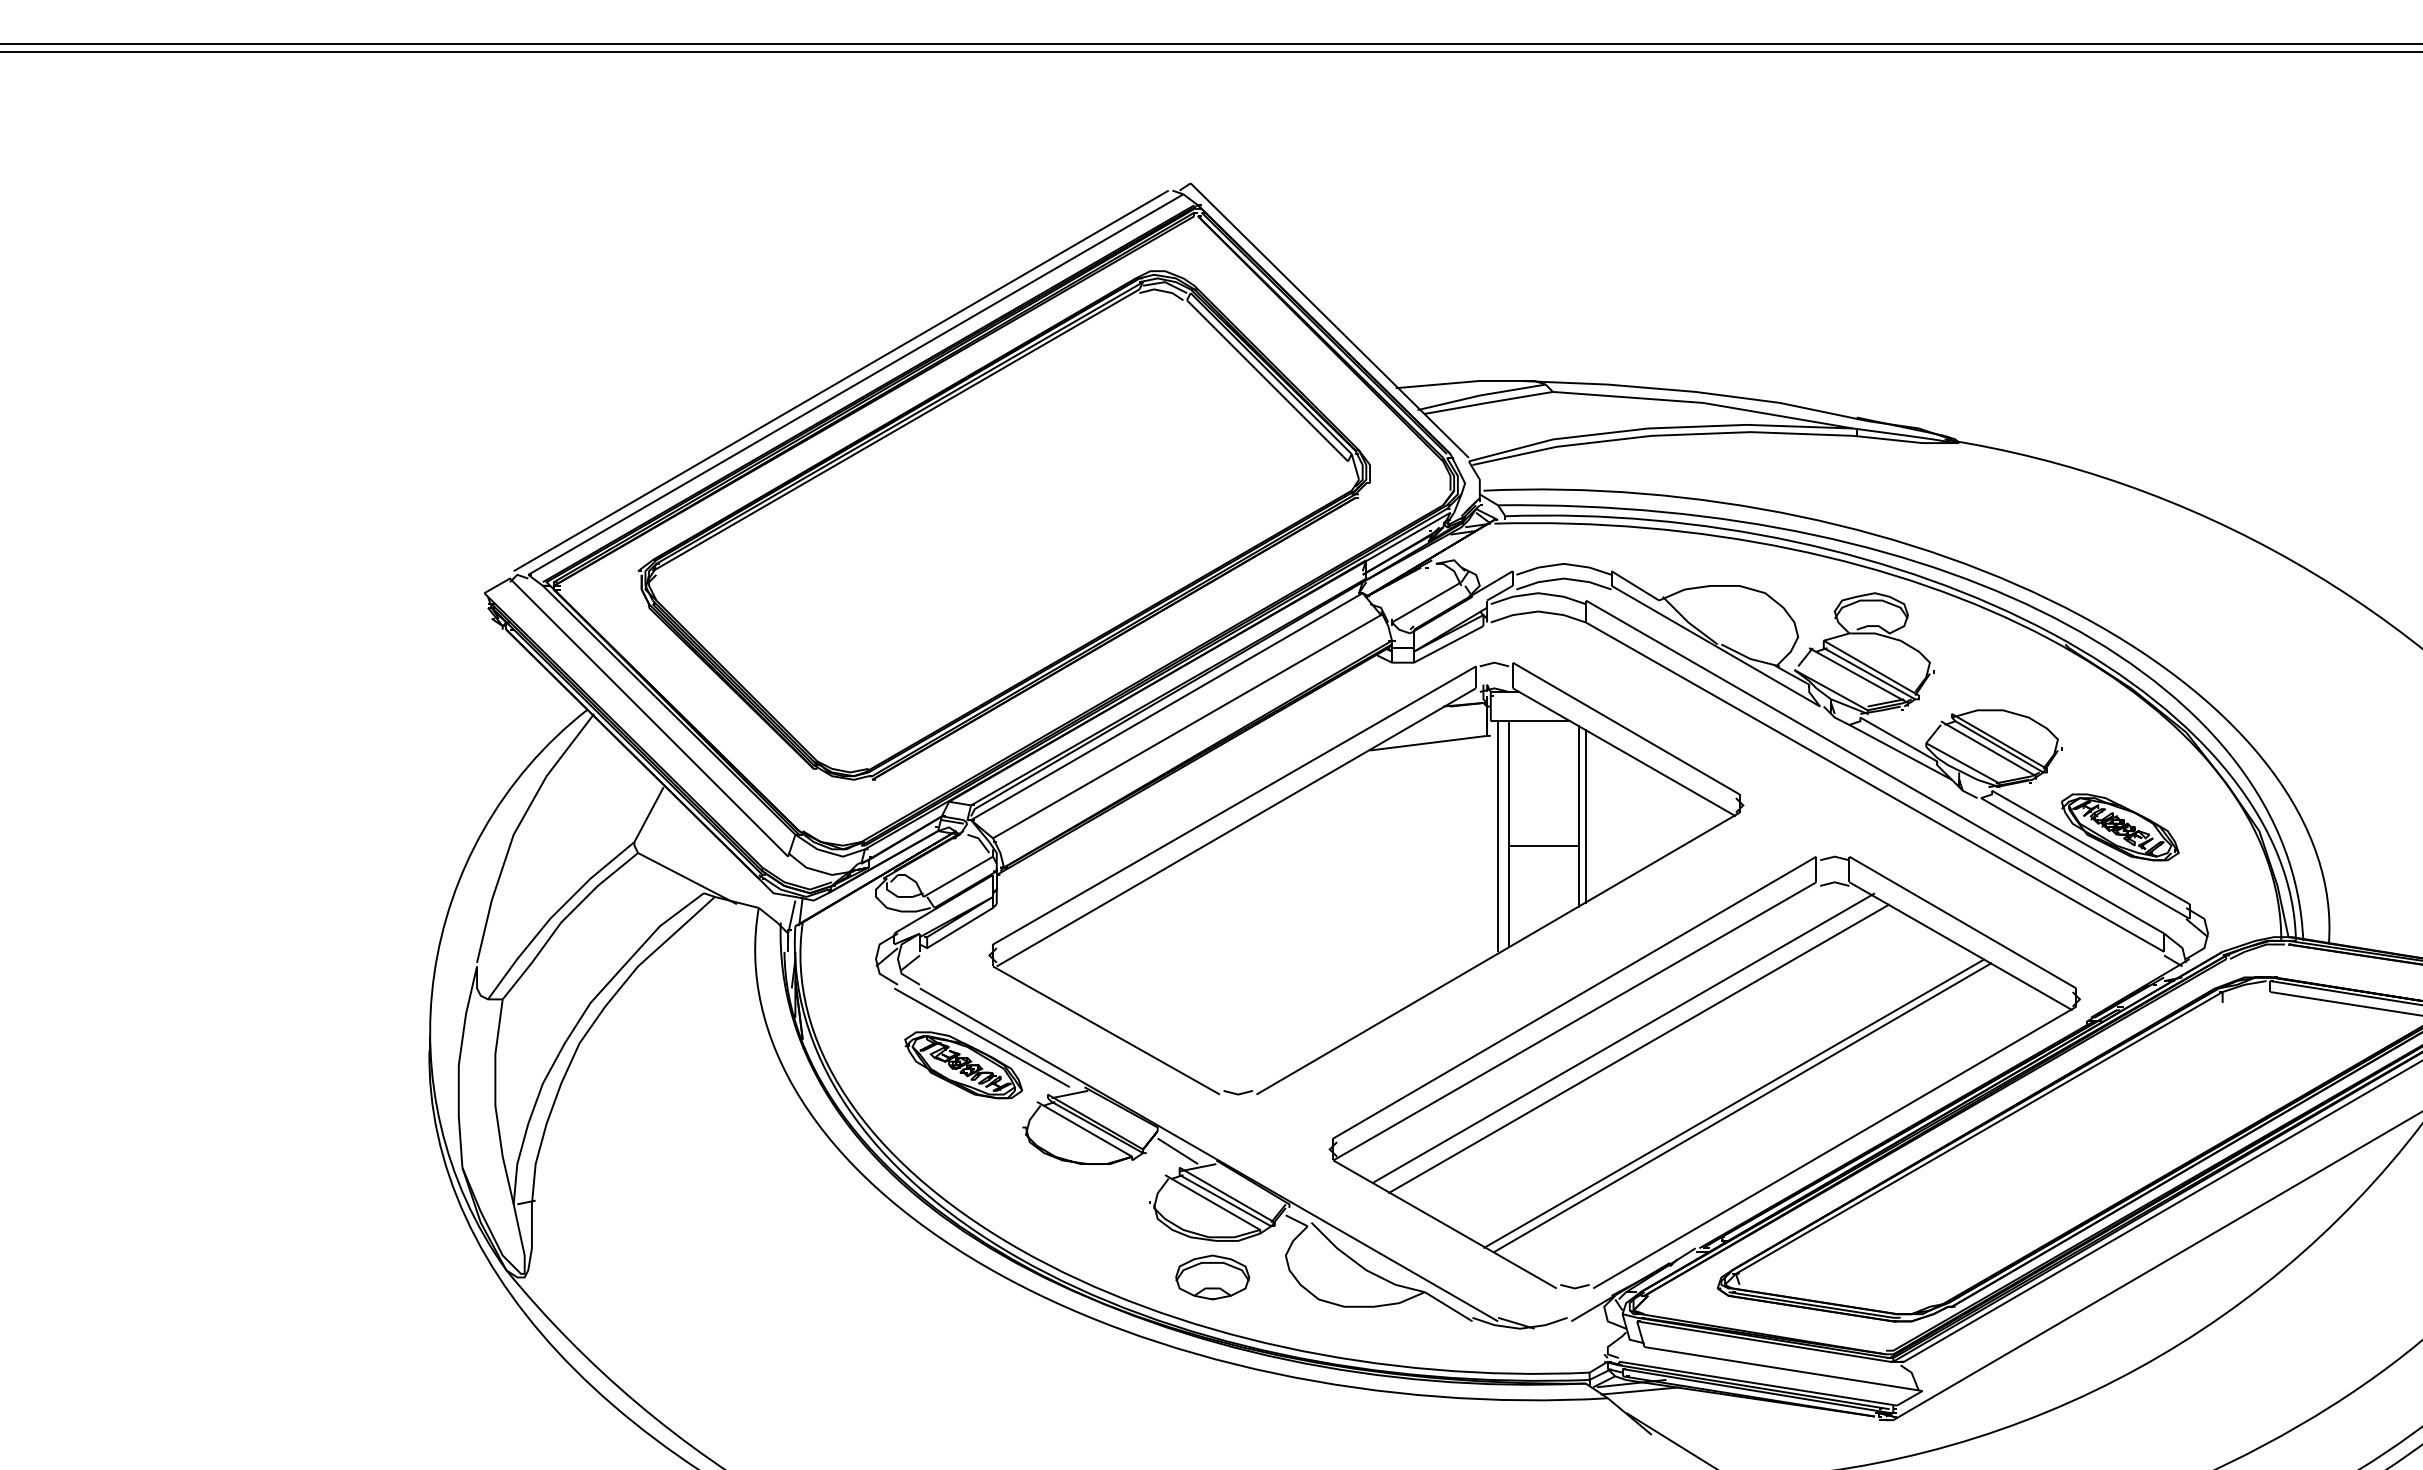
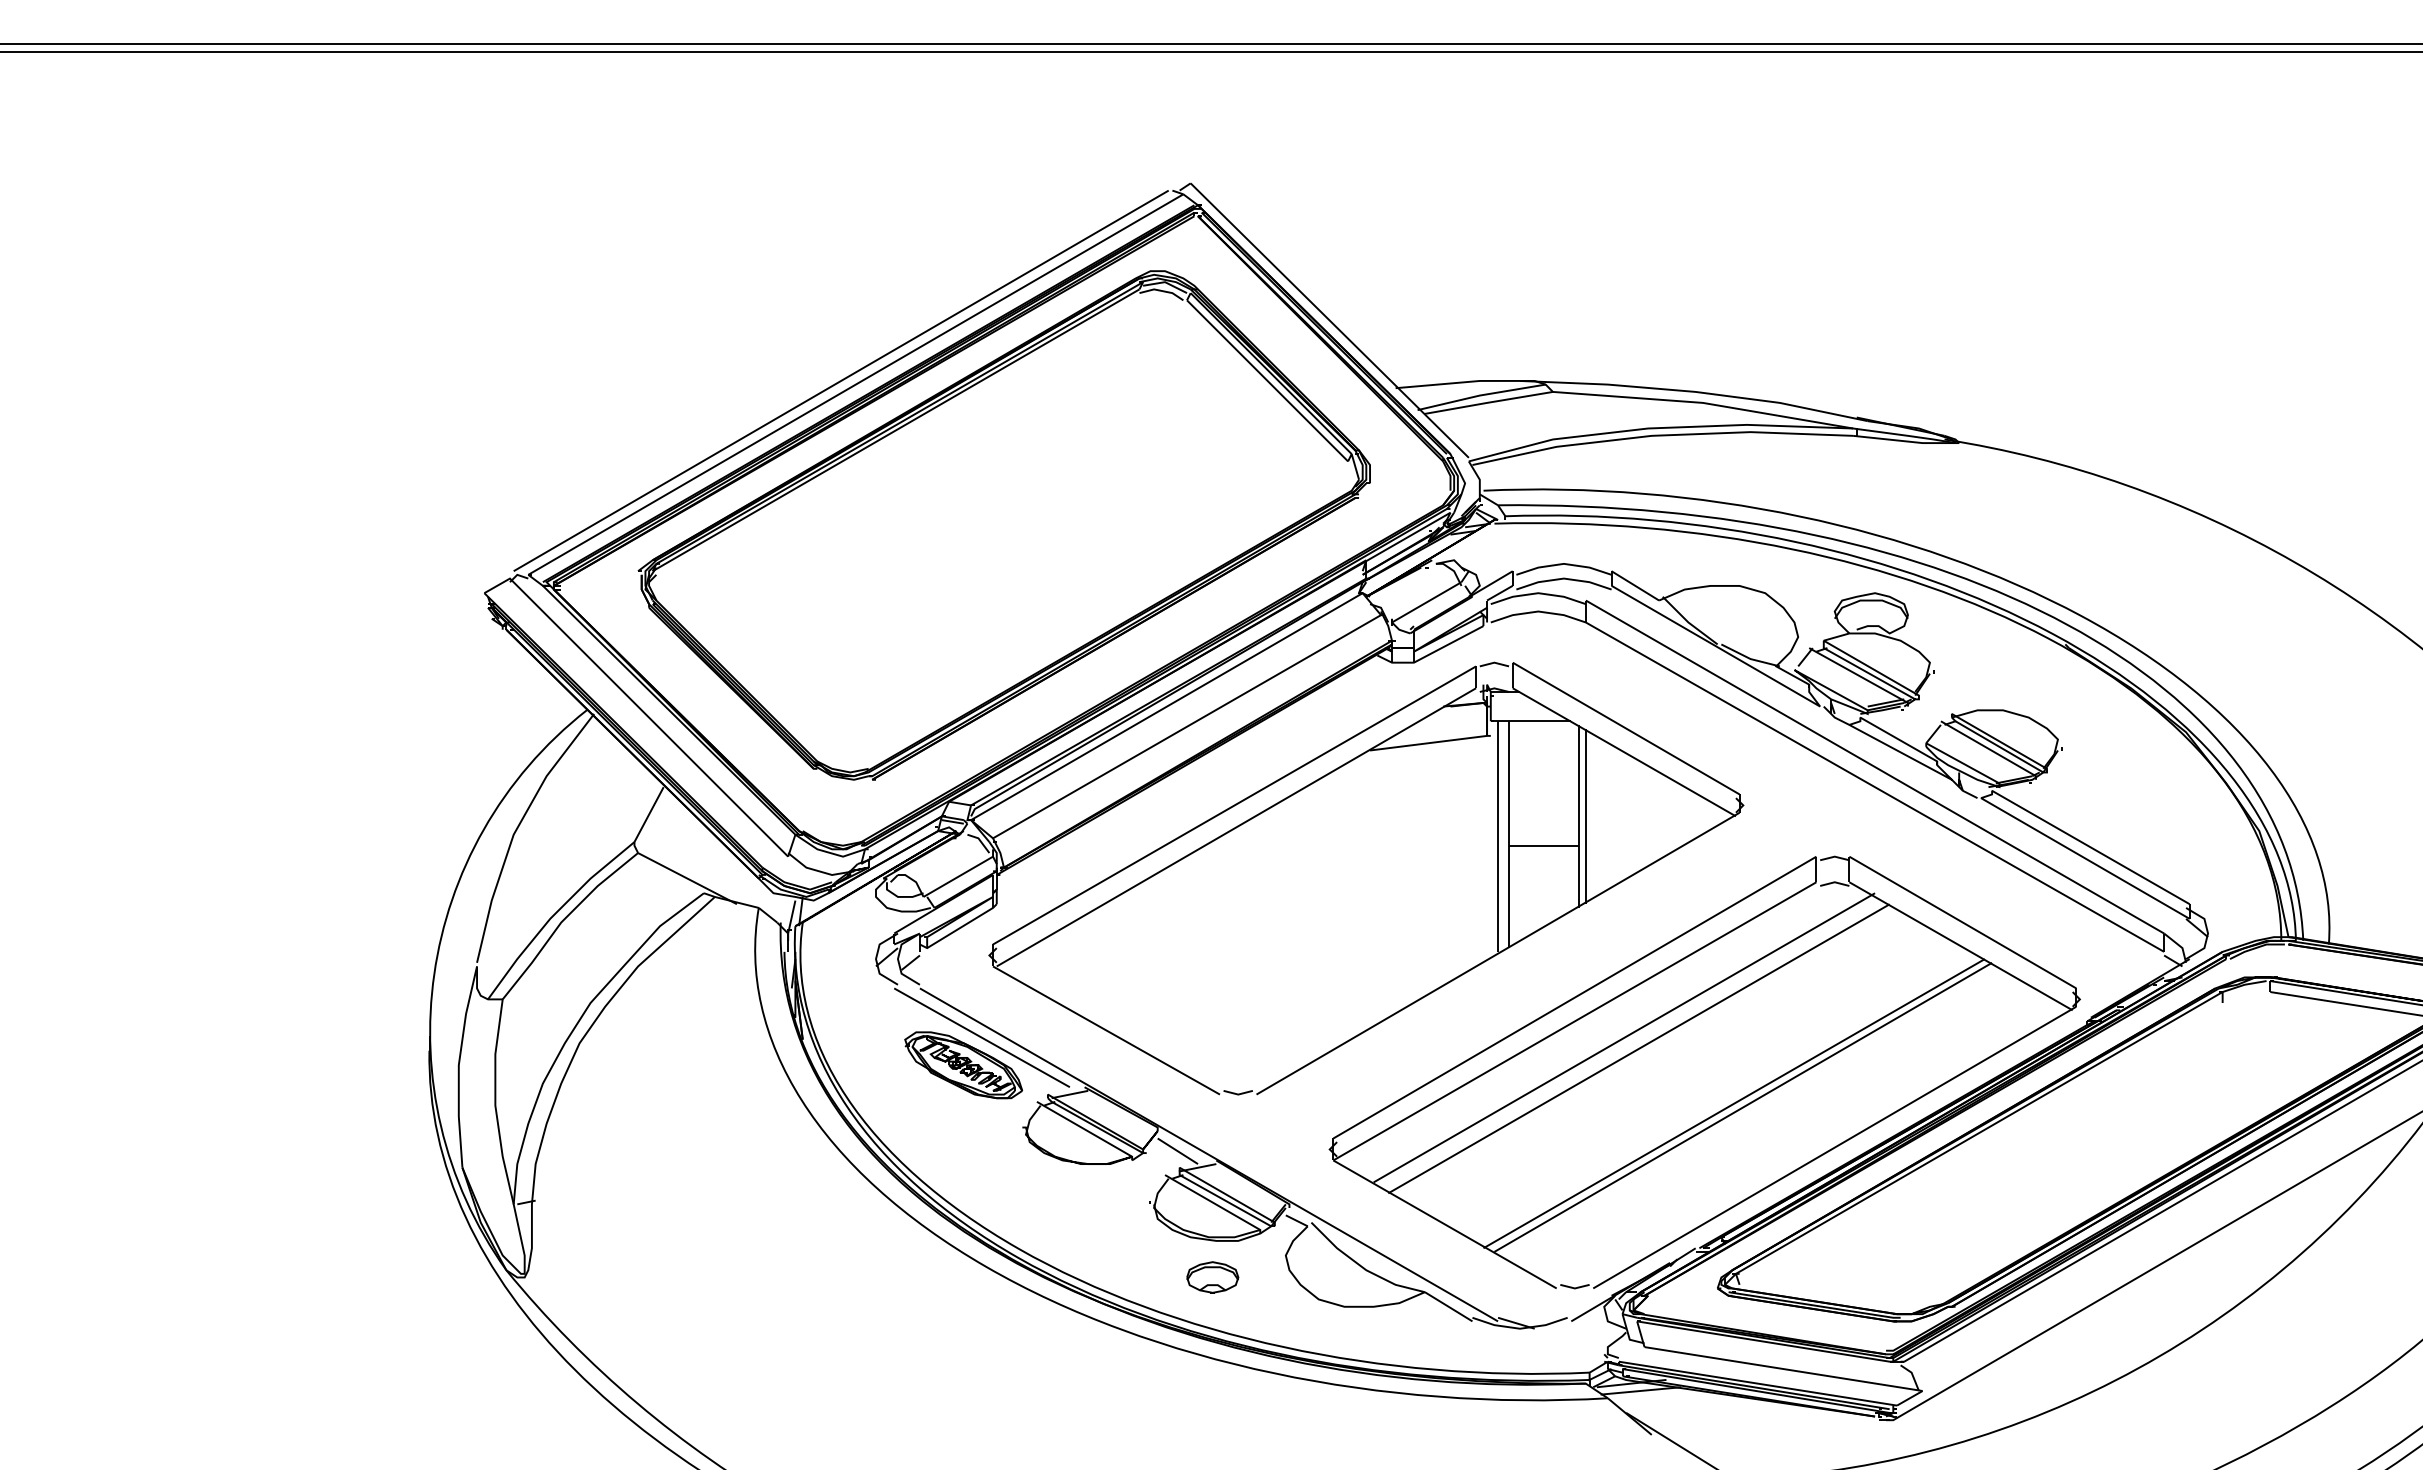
part at (2120, 827): present -> none
part at (1212, 1277) size: 76x47 px -> 54x33 px
